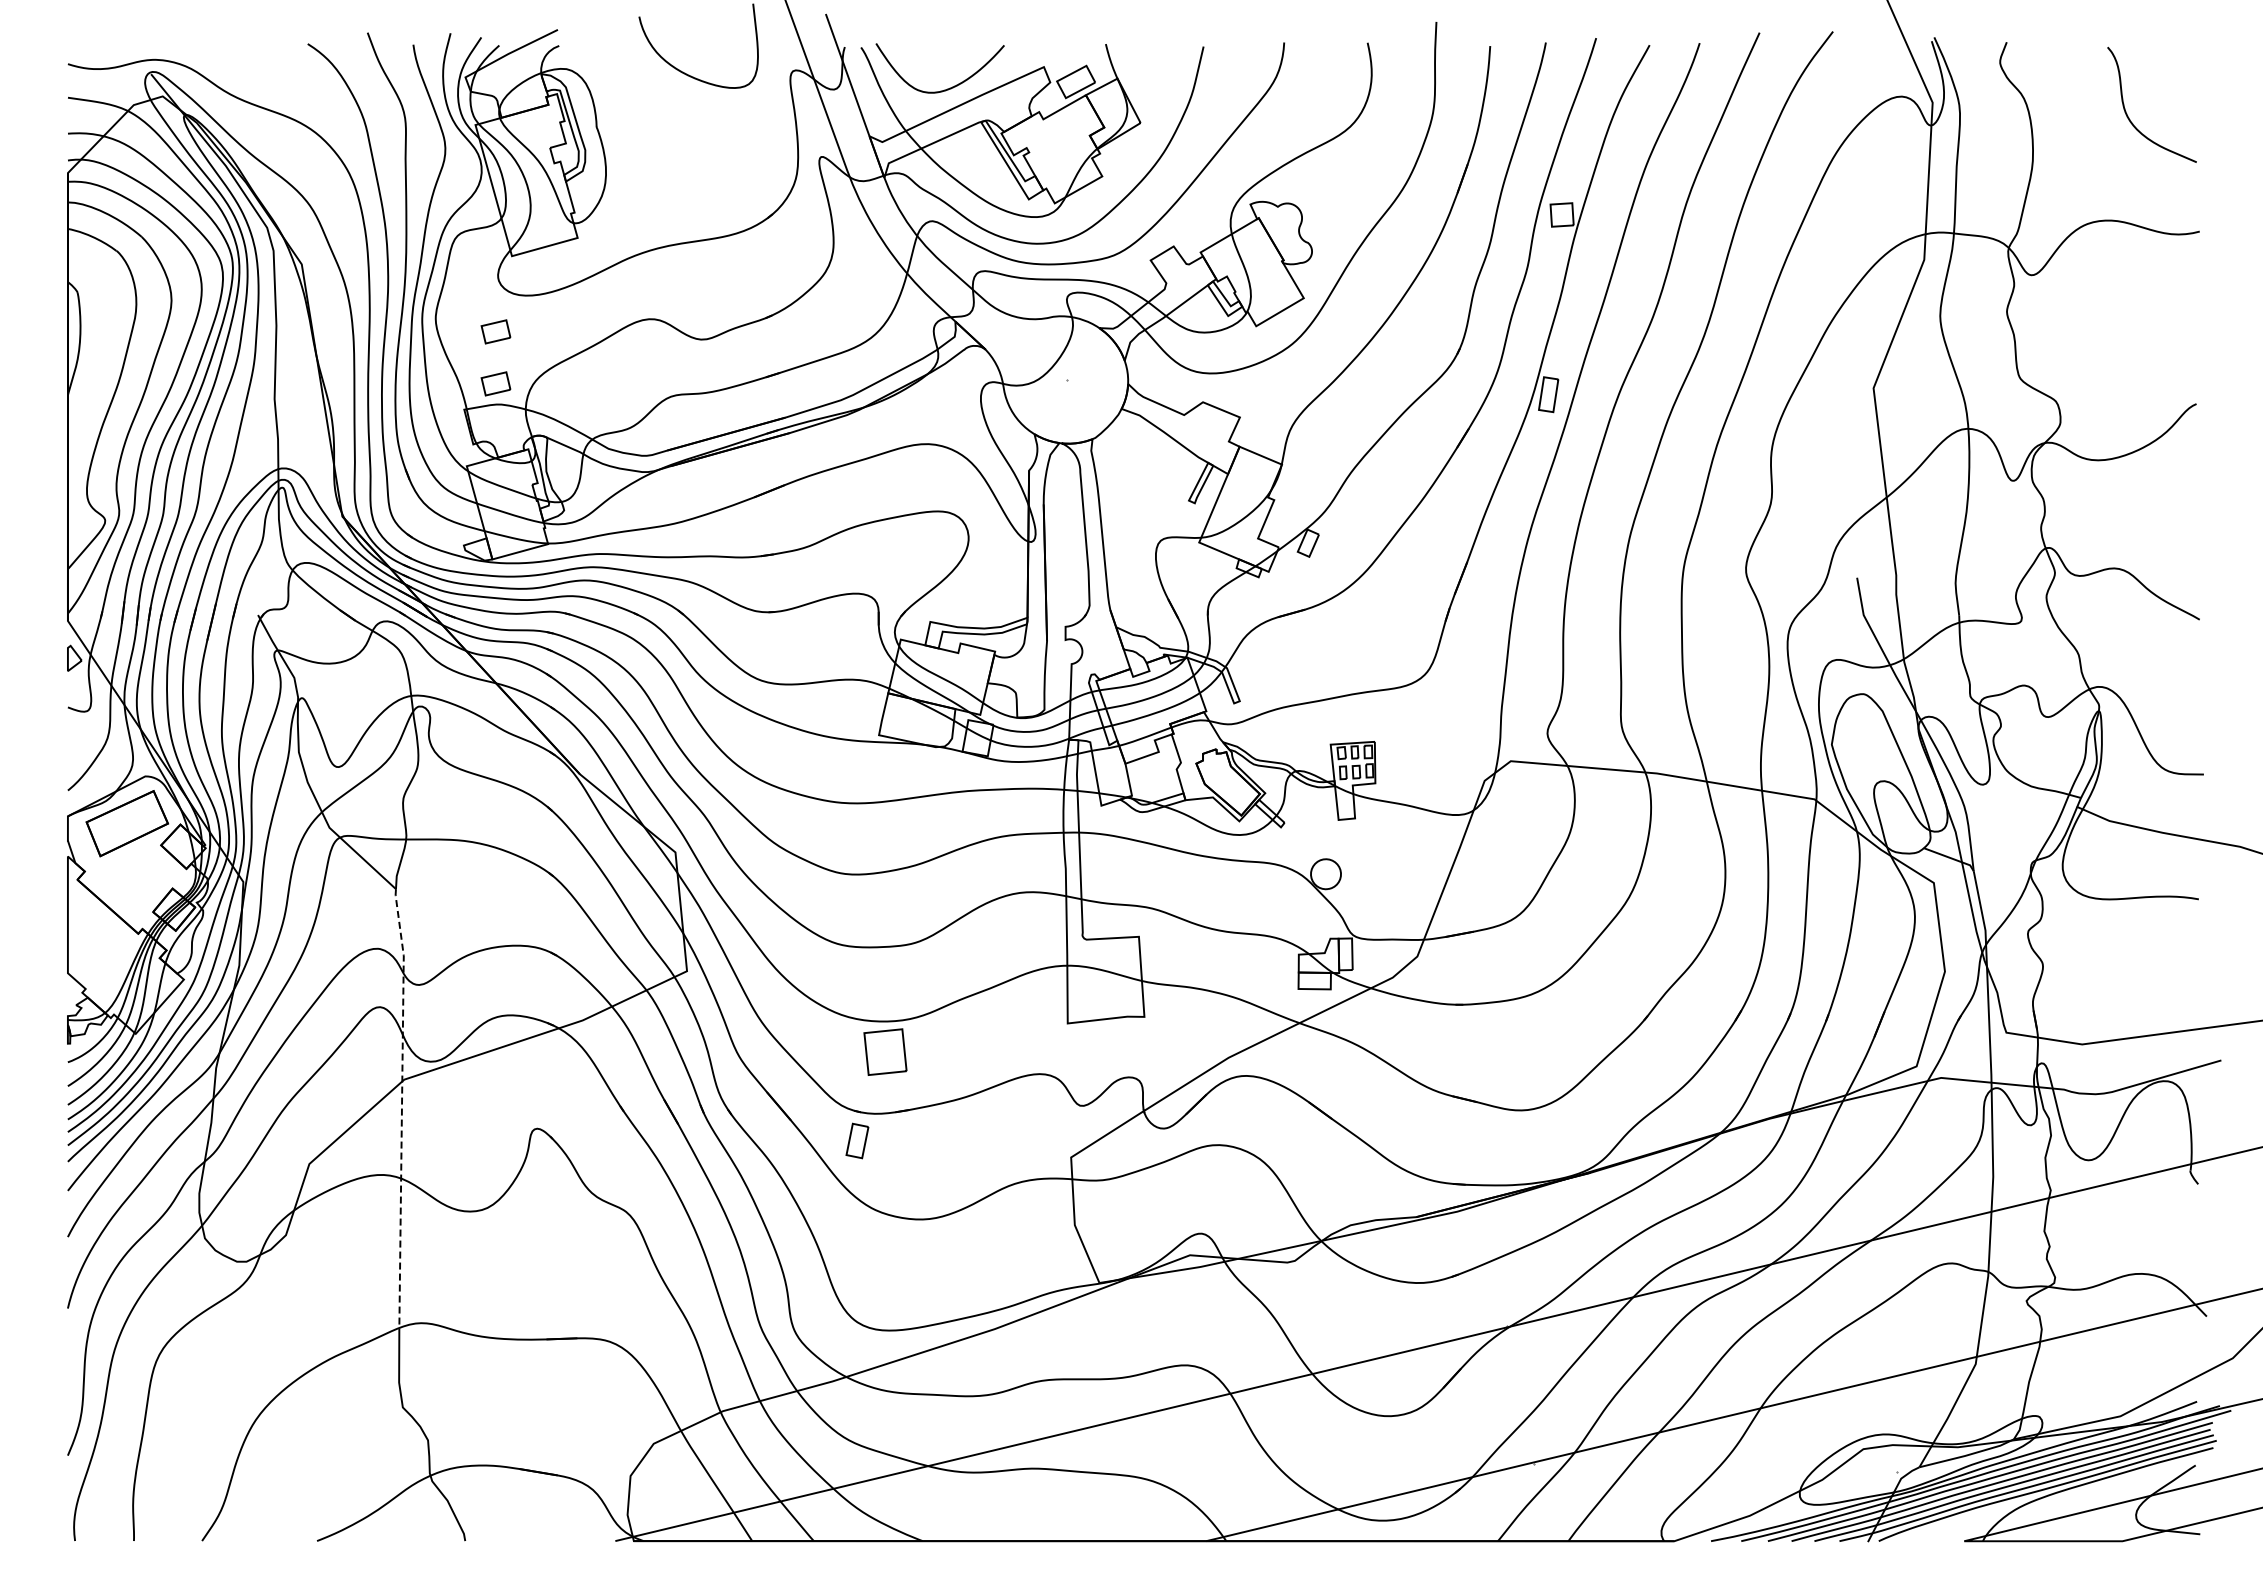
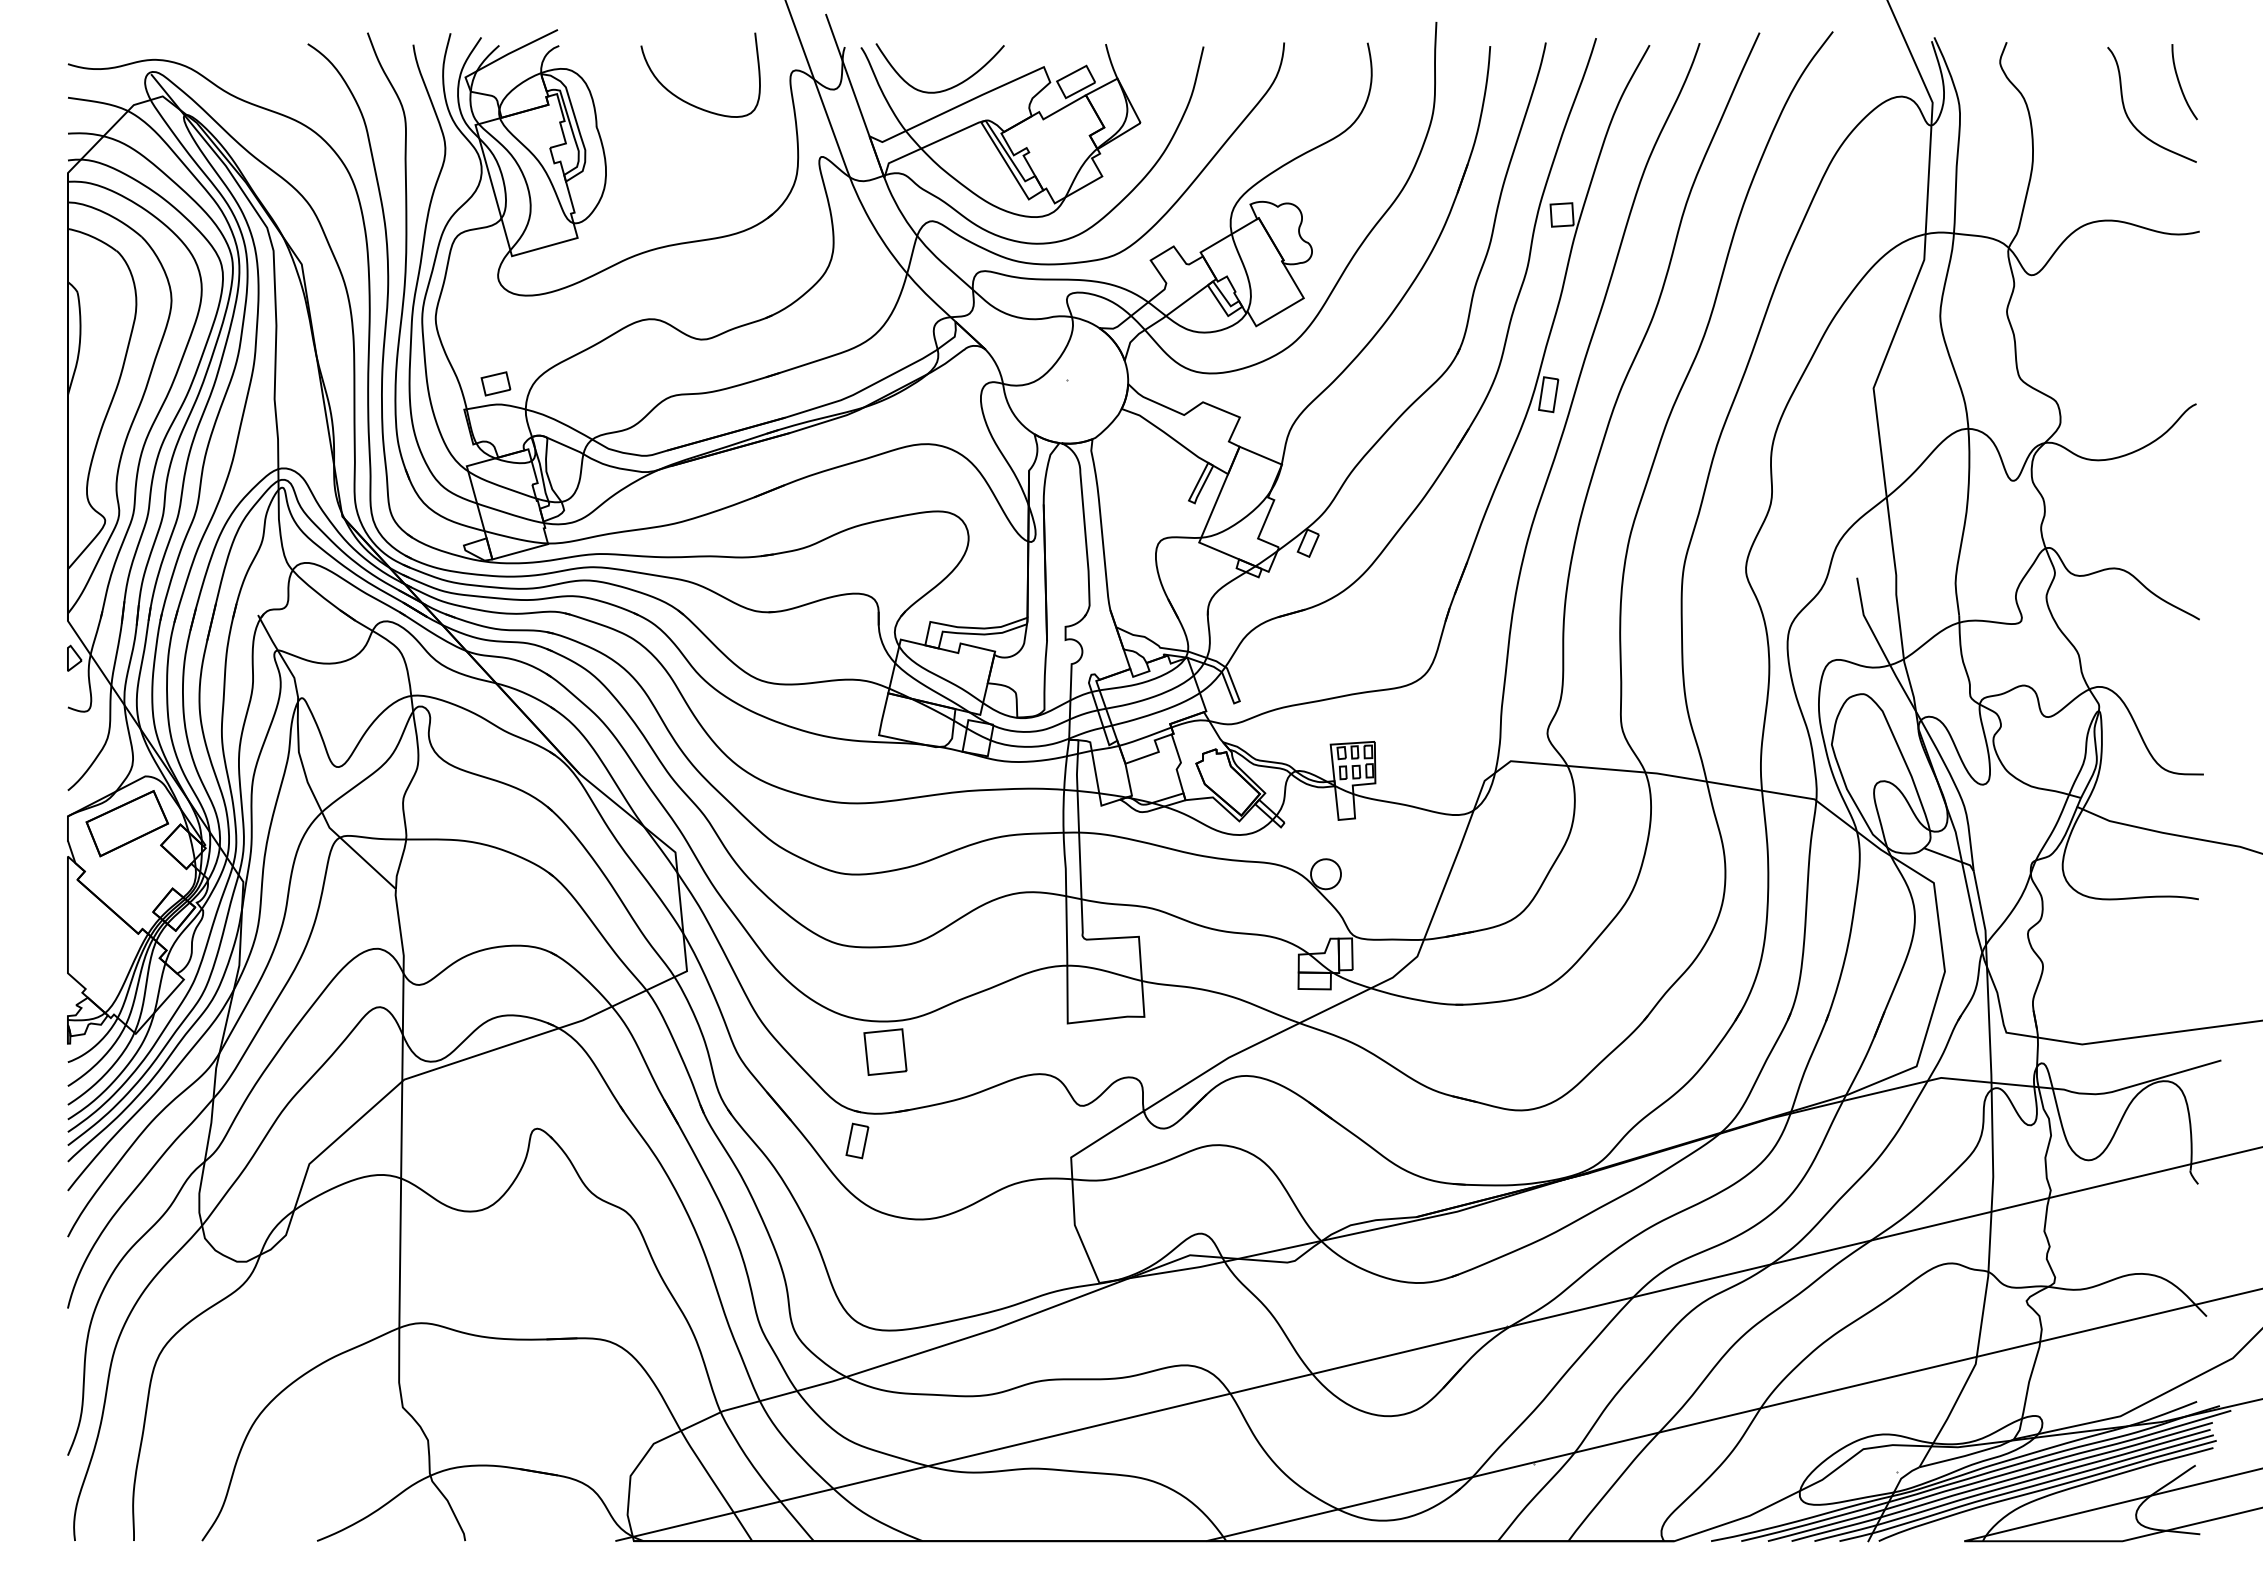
curve at (683, 71) position: (683, 71) -> (685, 100)
curve at (2180, 83): none -> present
part at (495, 331): present -> none
line at (401, 1107): dashed -> solid
